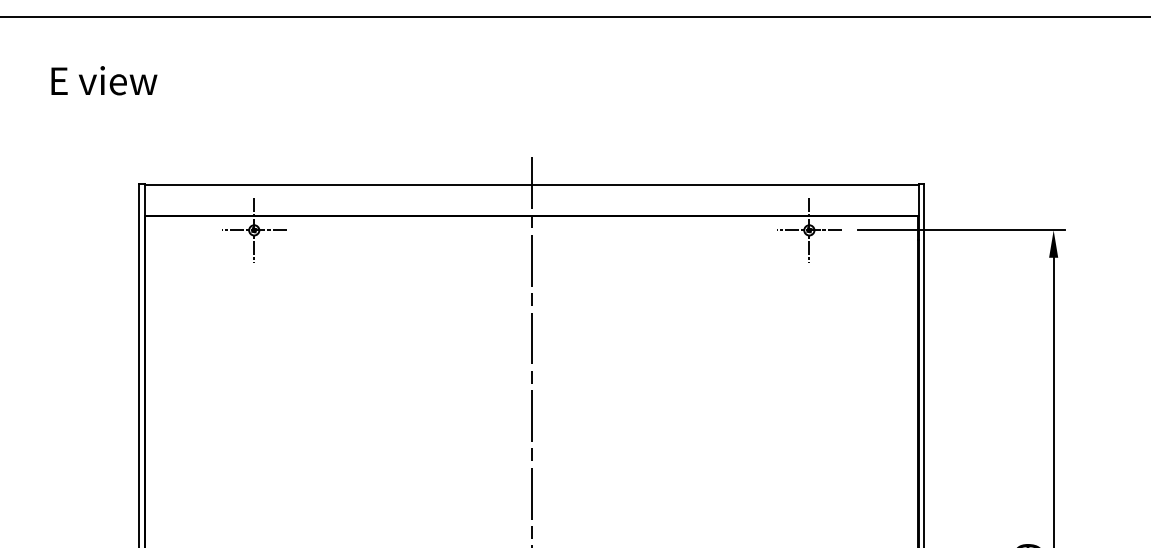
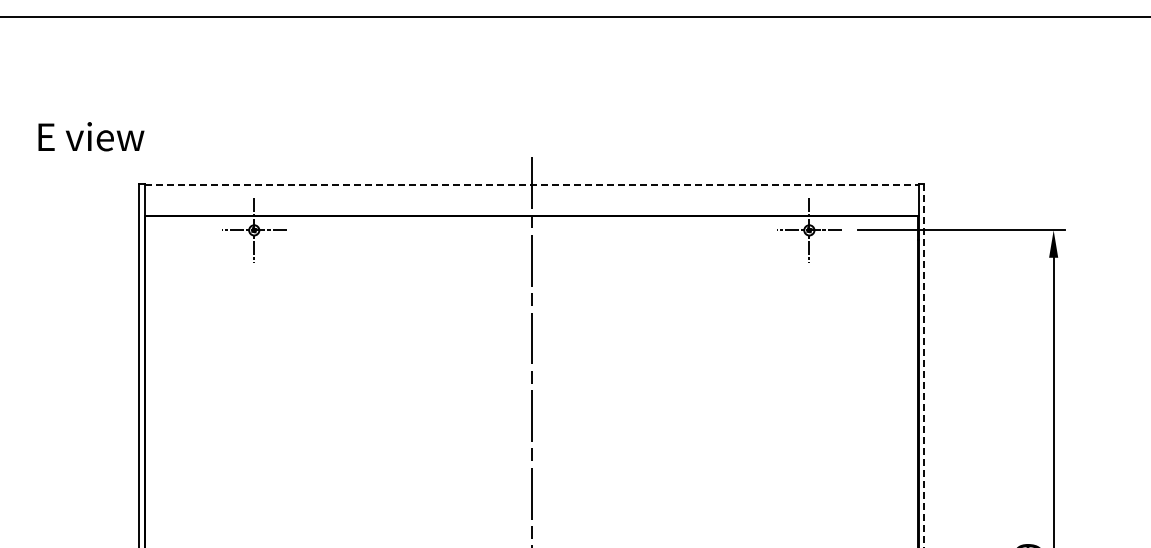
text at (104, 80) position: (104, 80) -> (91, 136)
line at (532, 184): solid -> dashed
line at (924, 365): solid -> dashed
